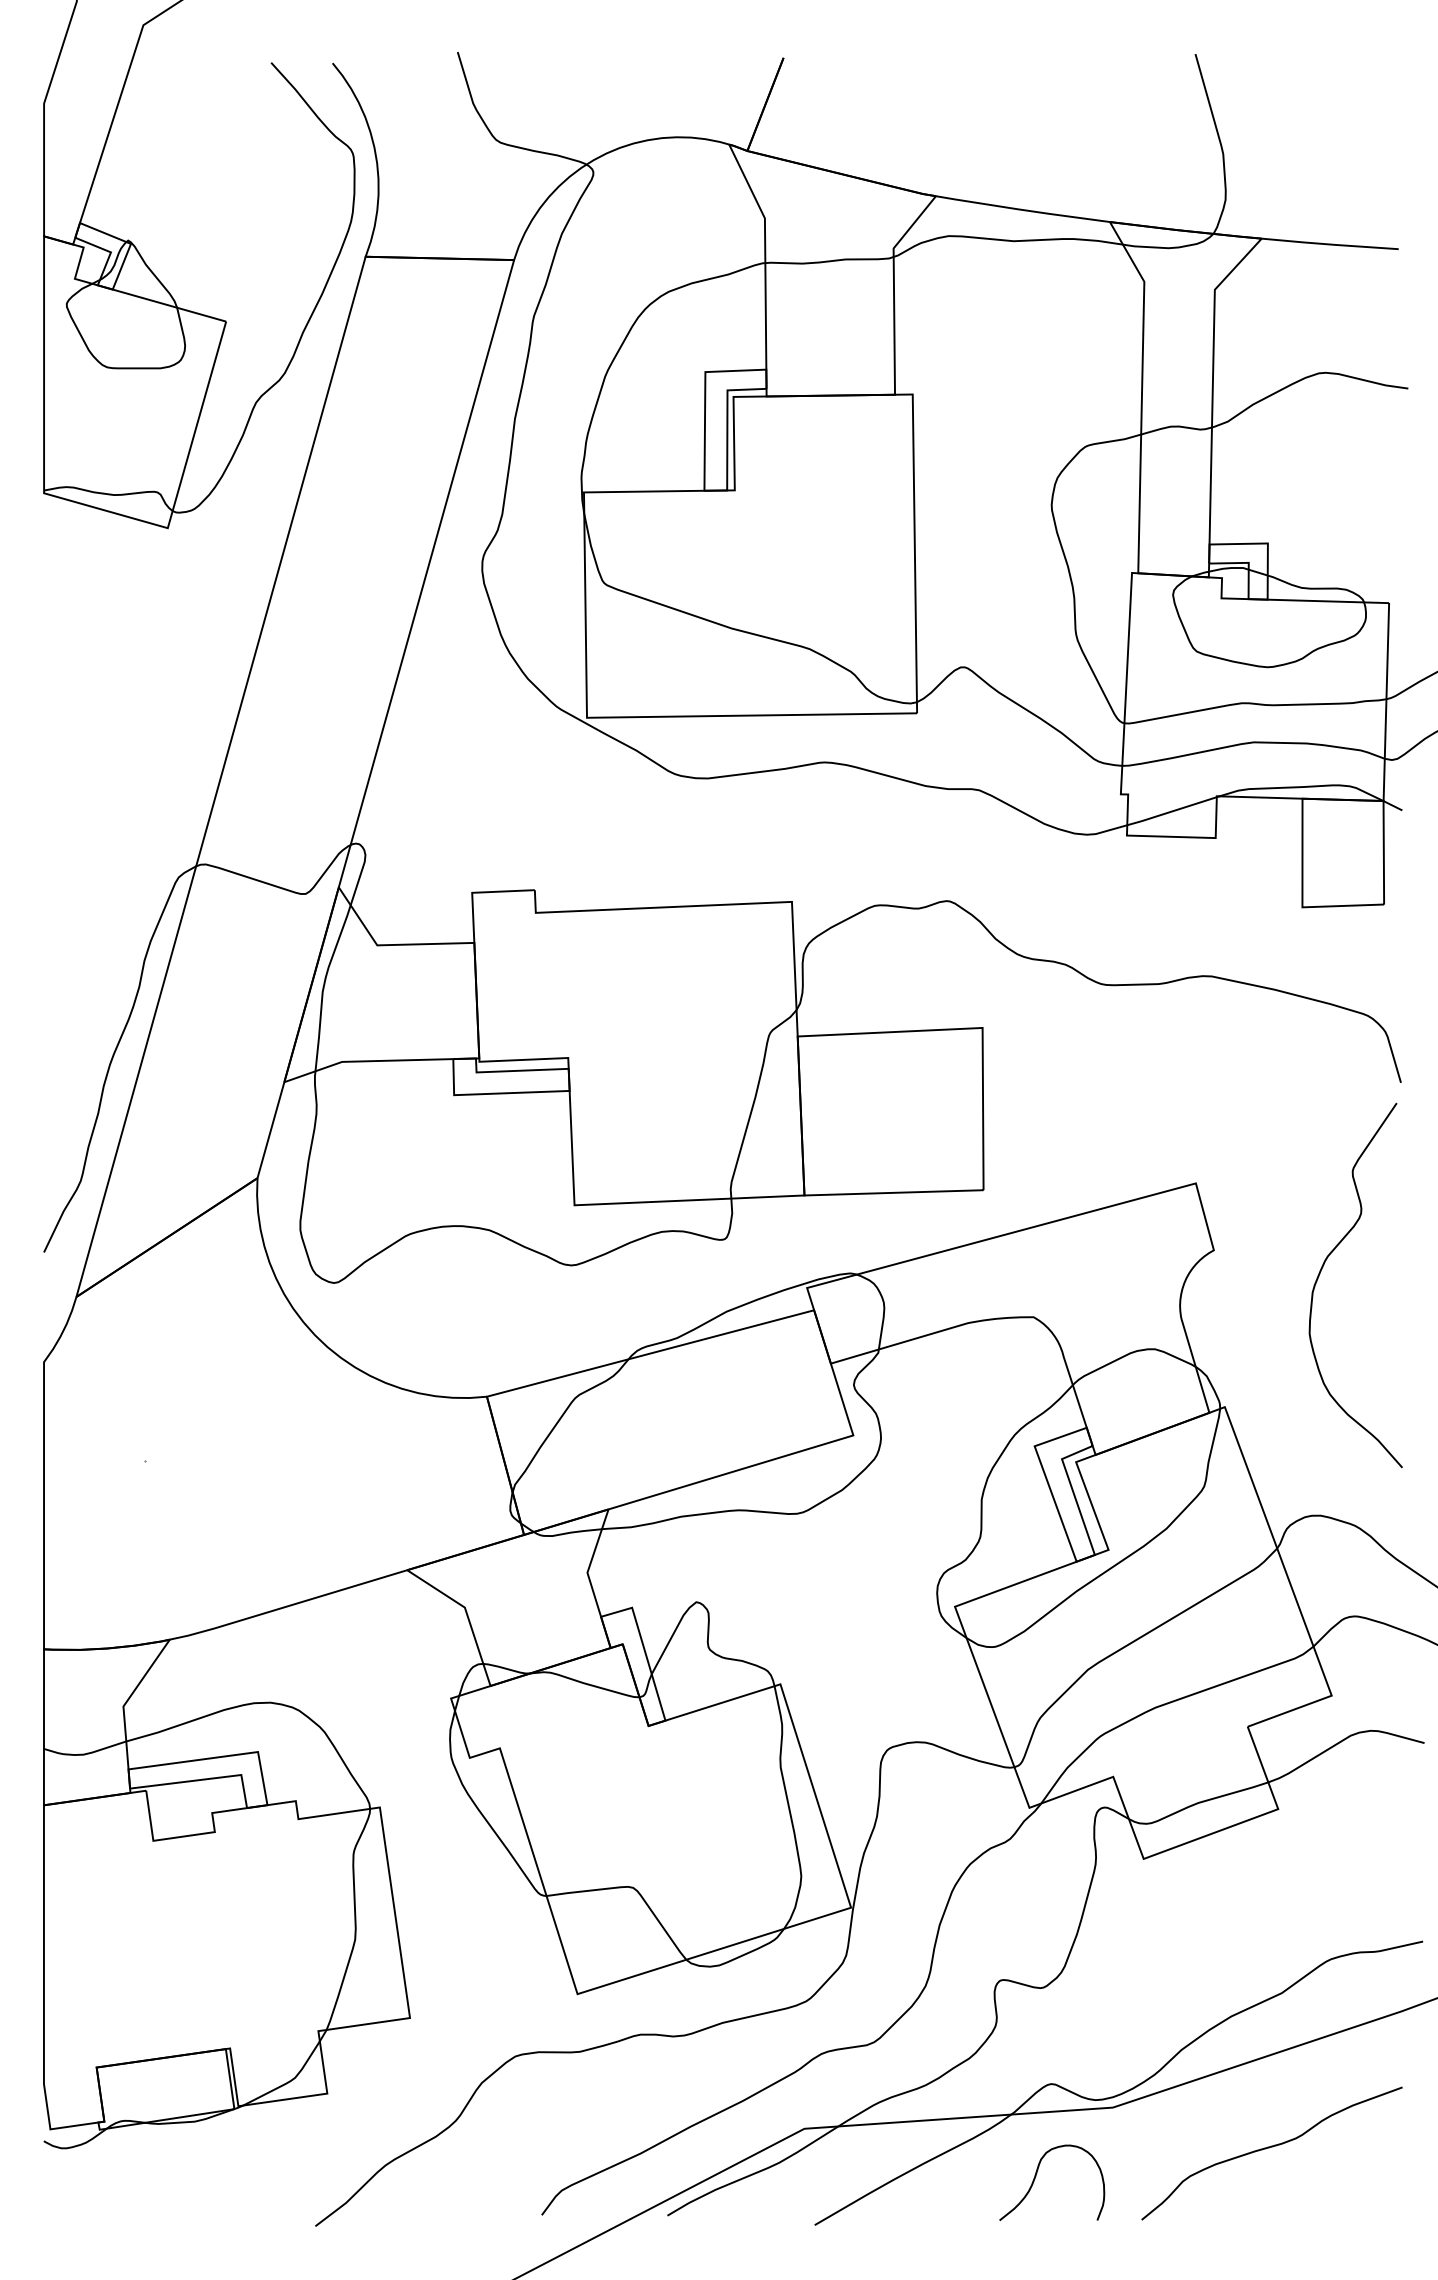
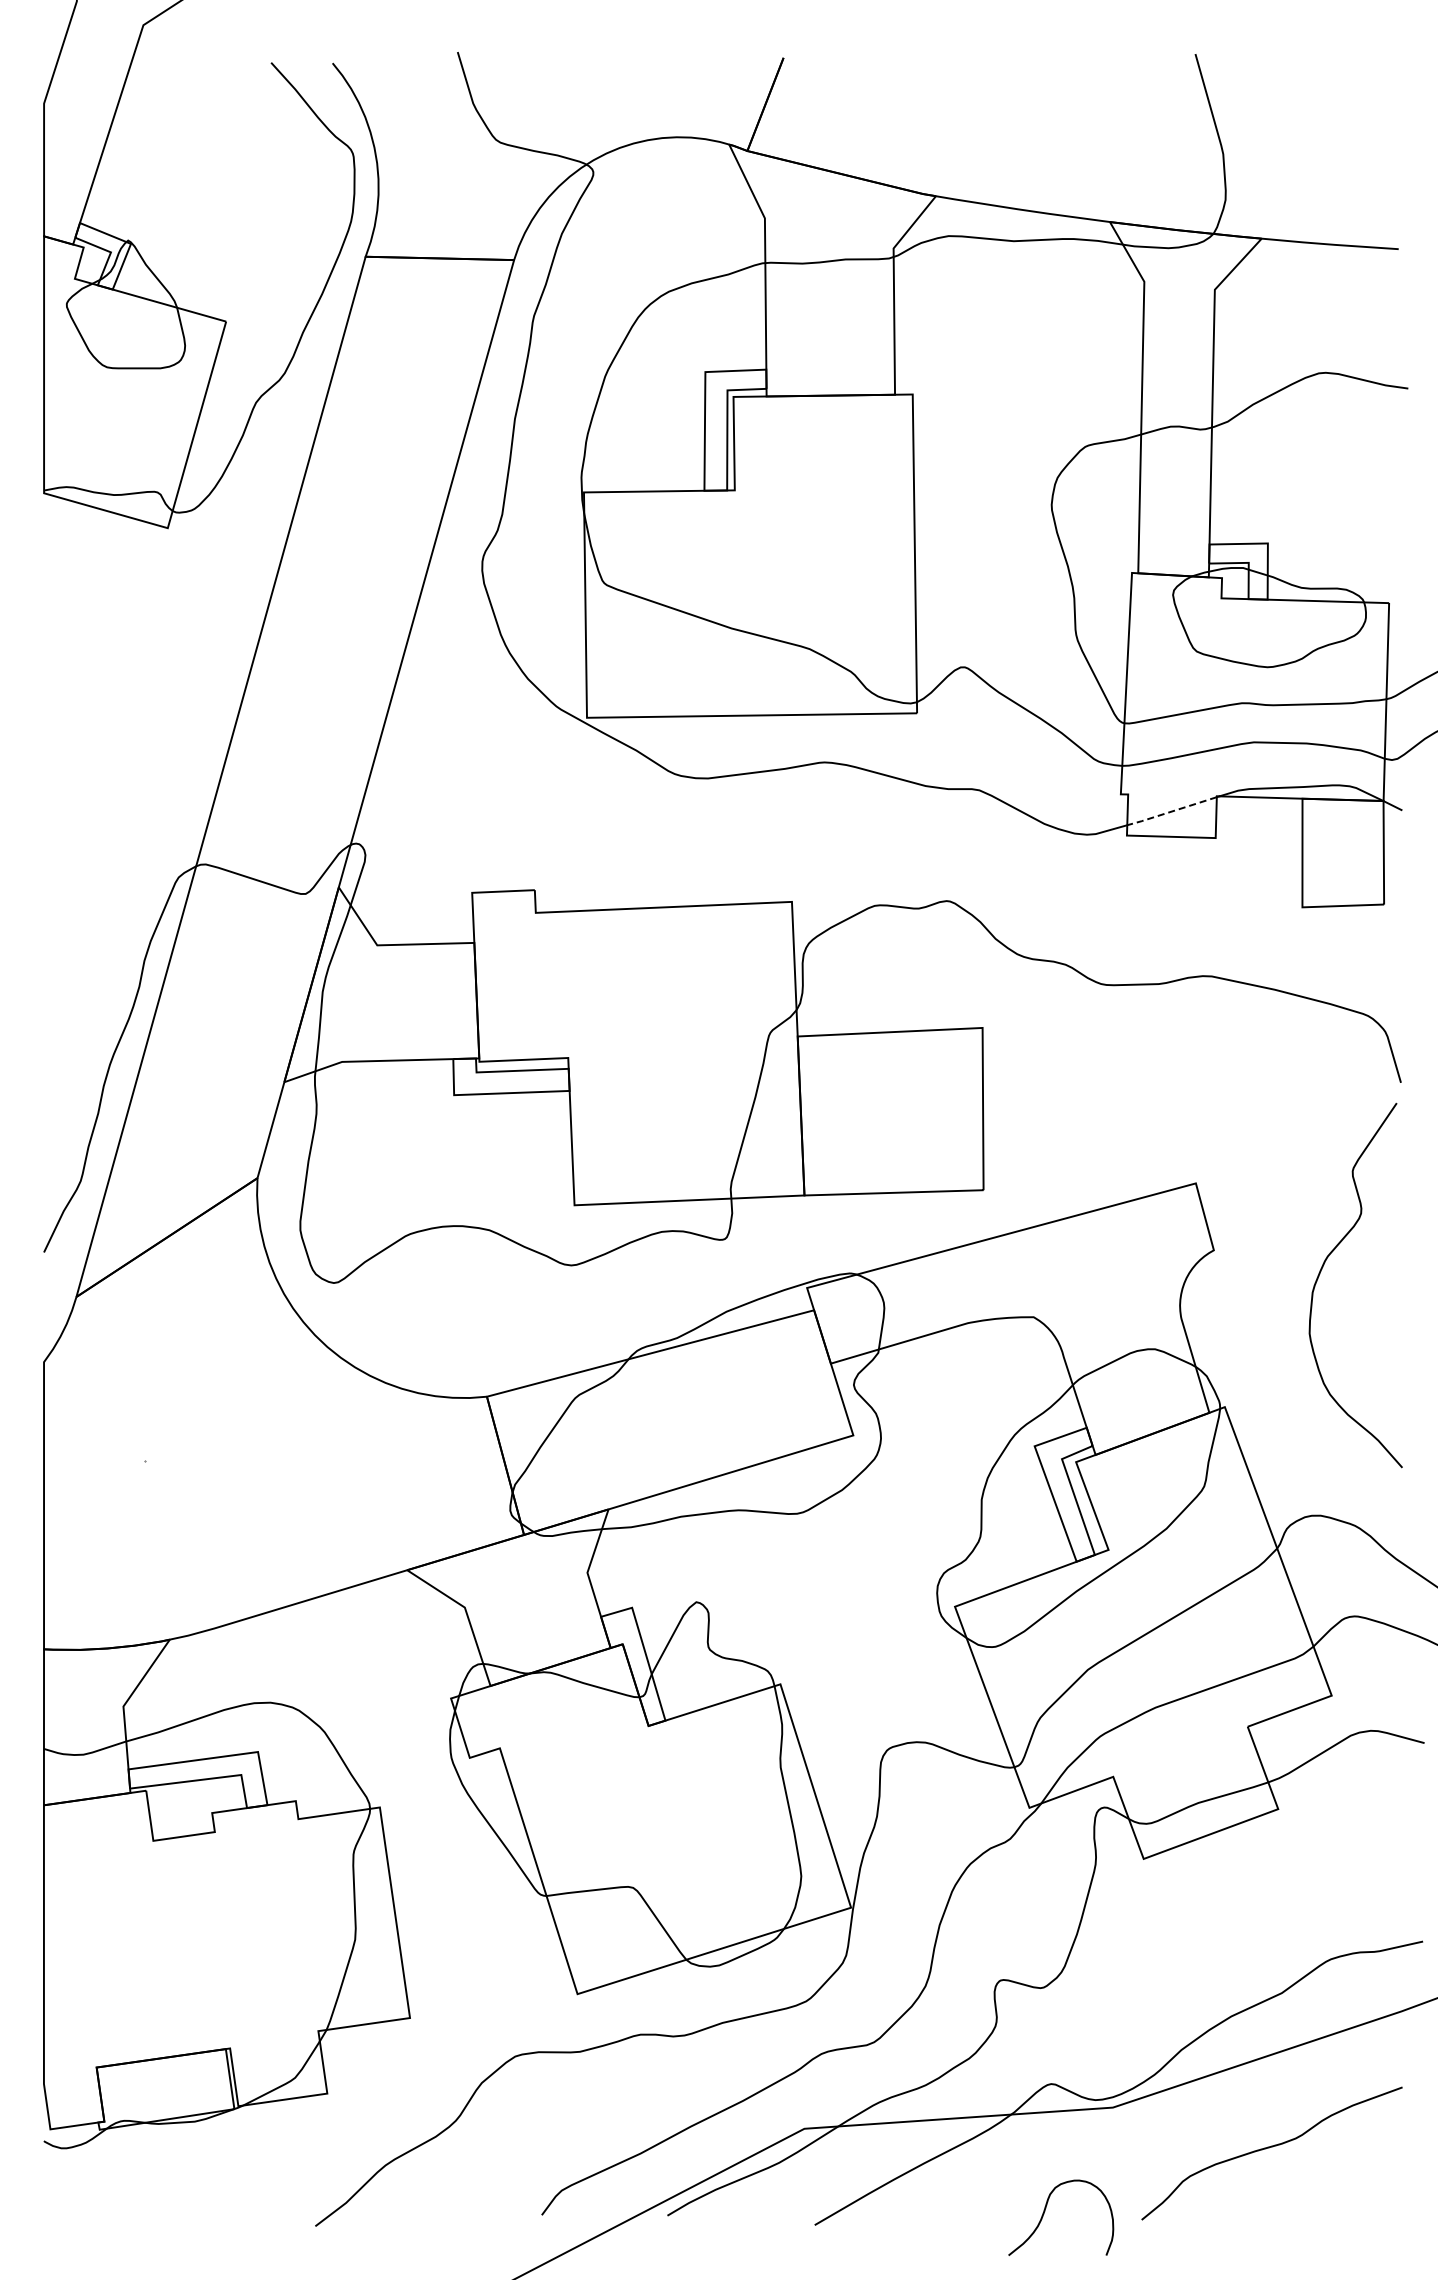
line at (1171, 811): solid -> dashed
curve at (1036, 2176) position: (1036, 2176) -> (1045, 2211)
